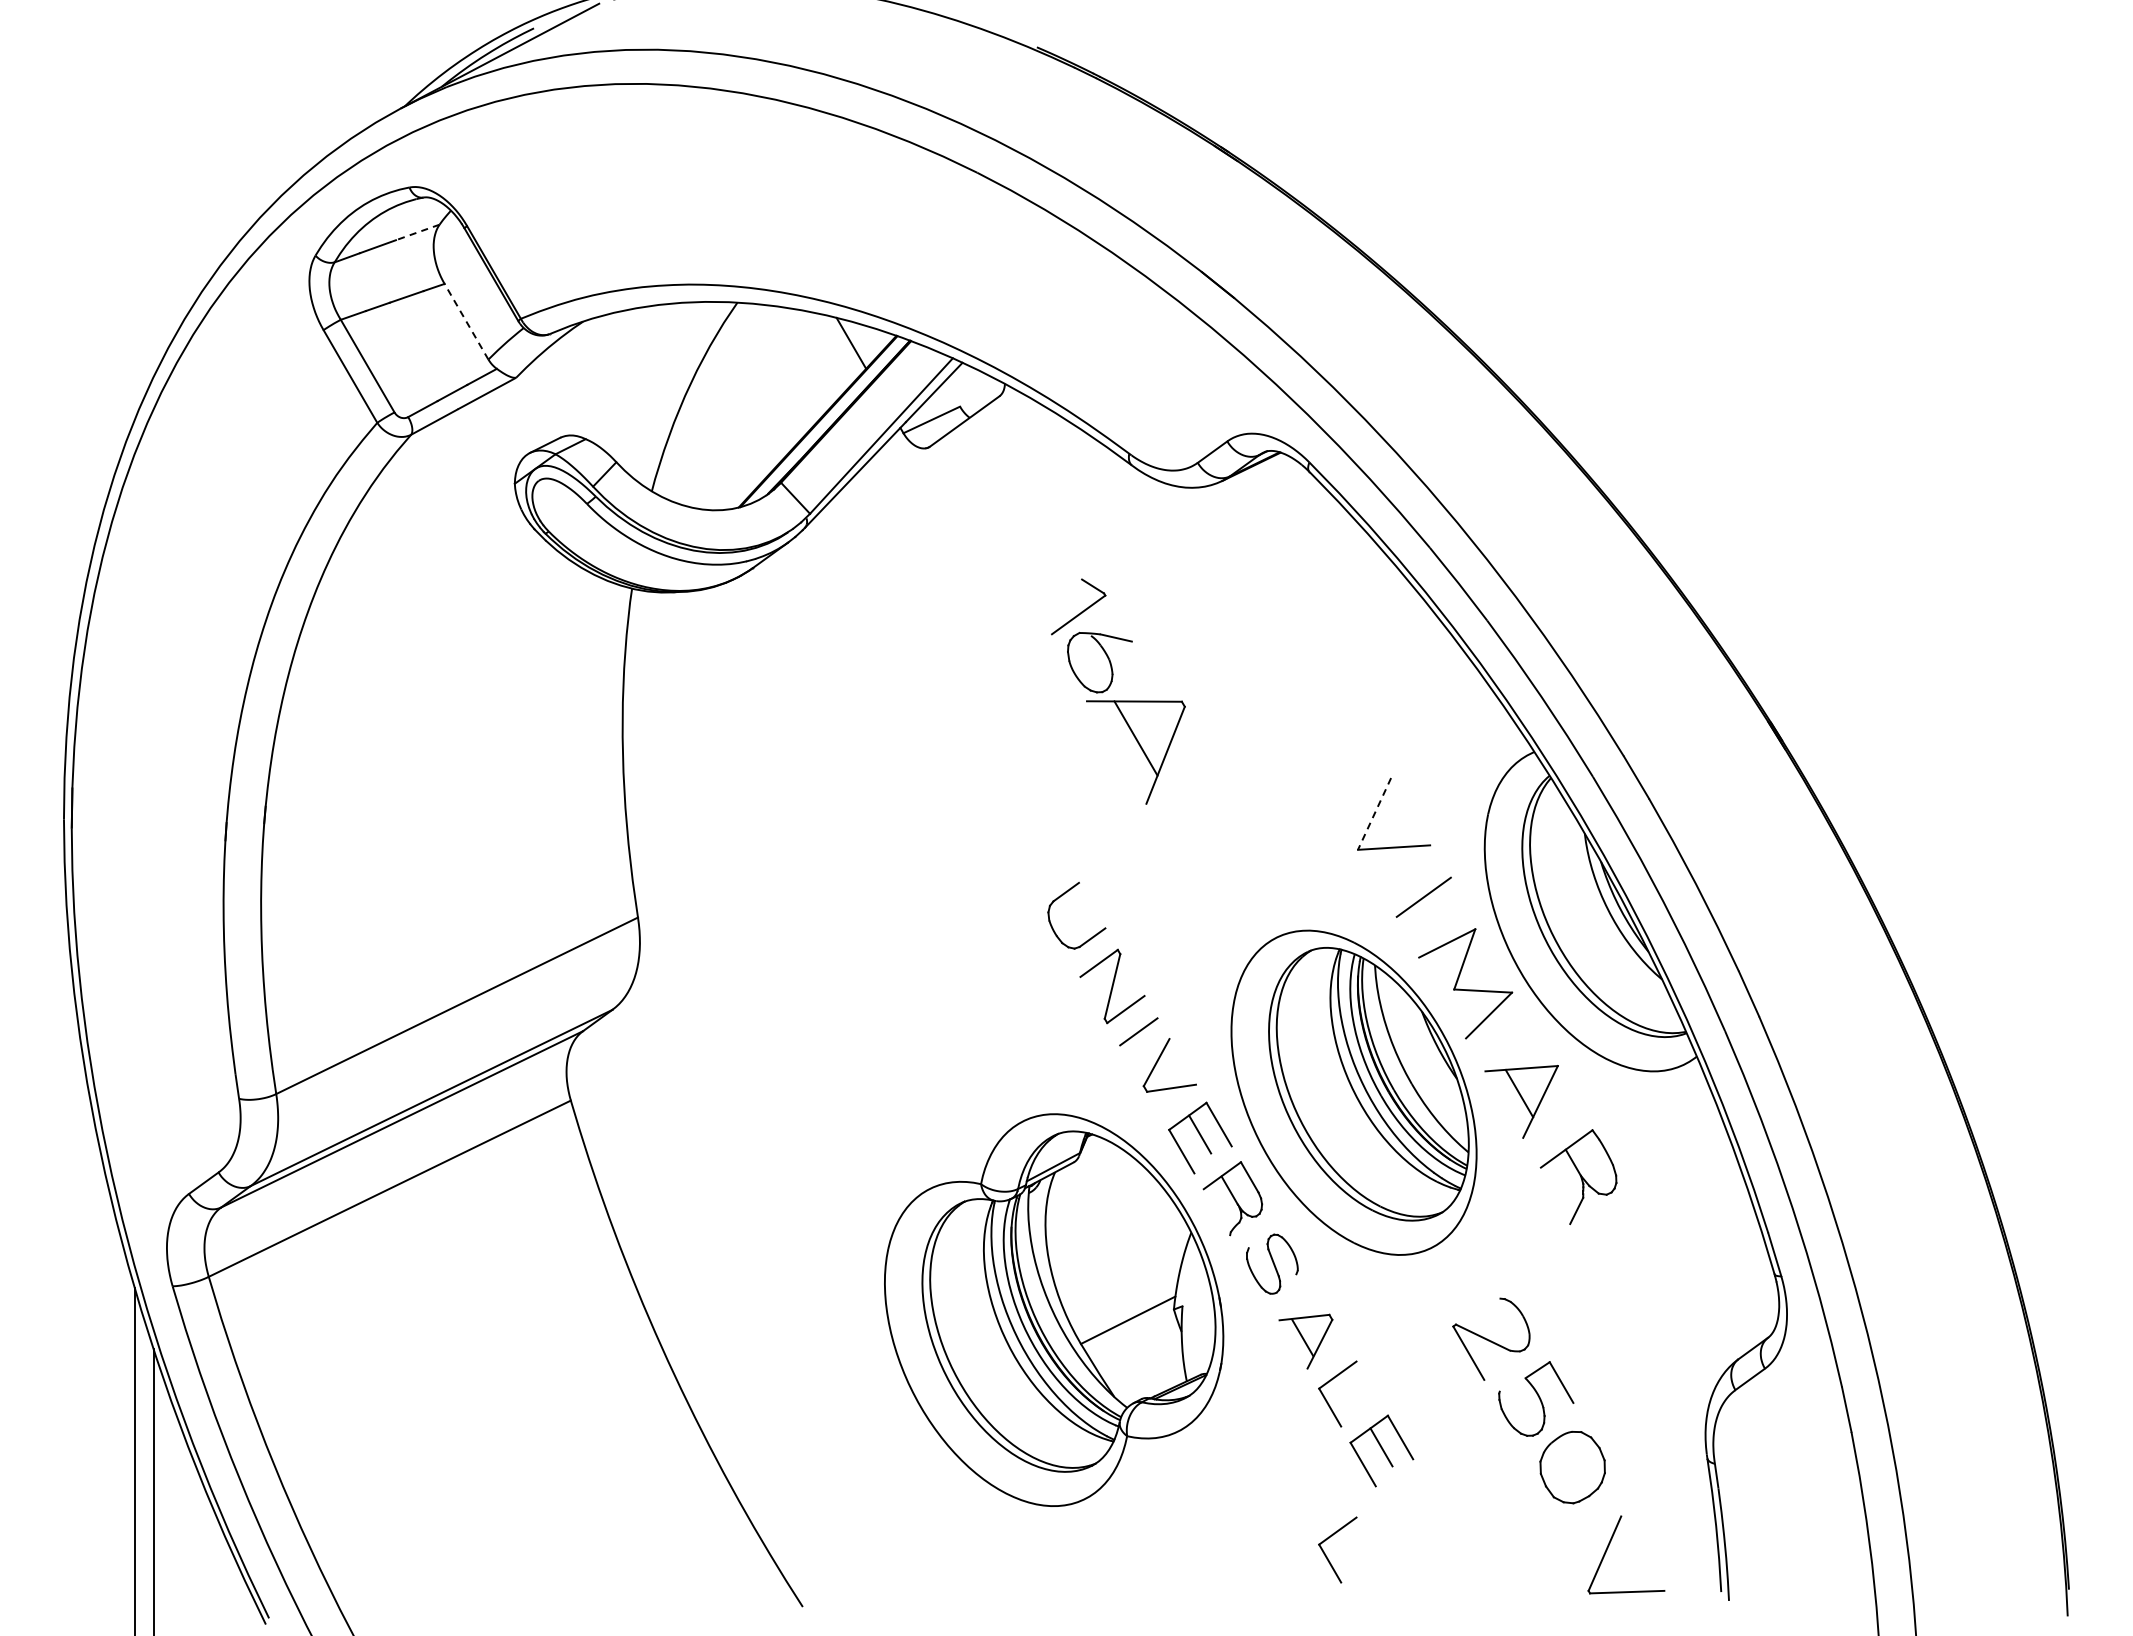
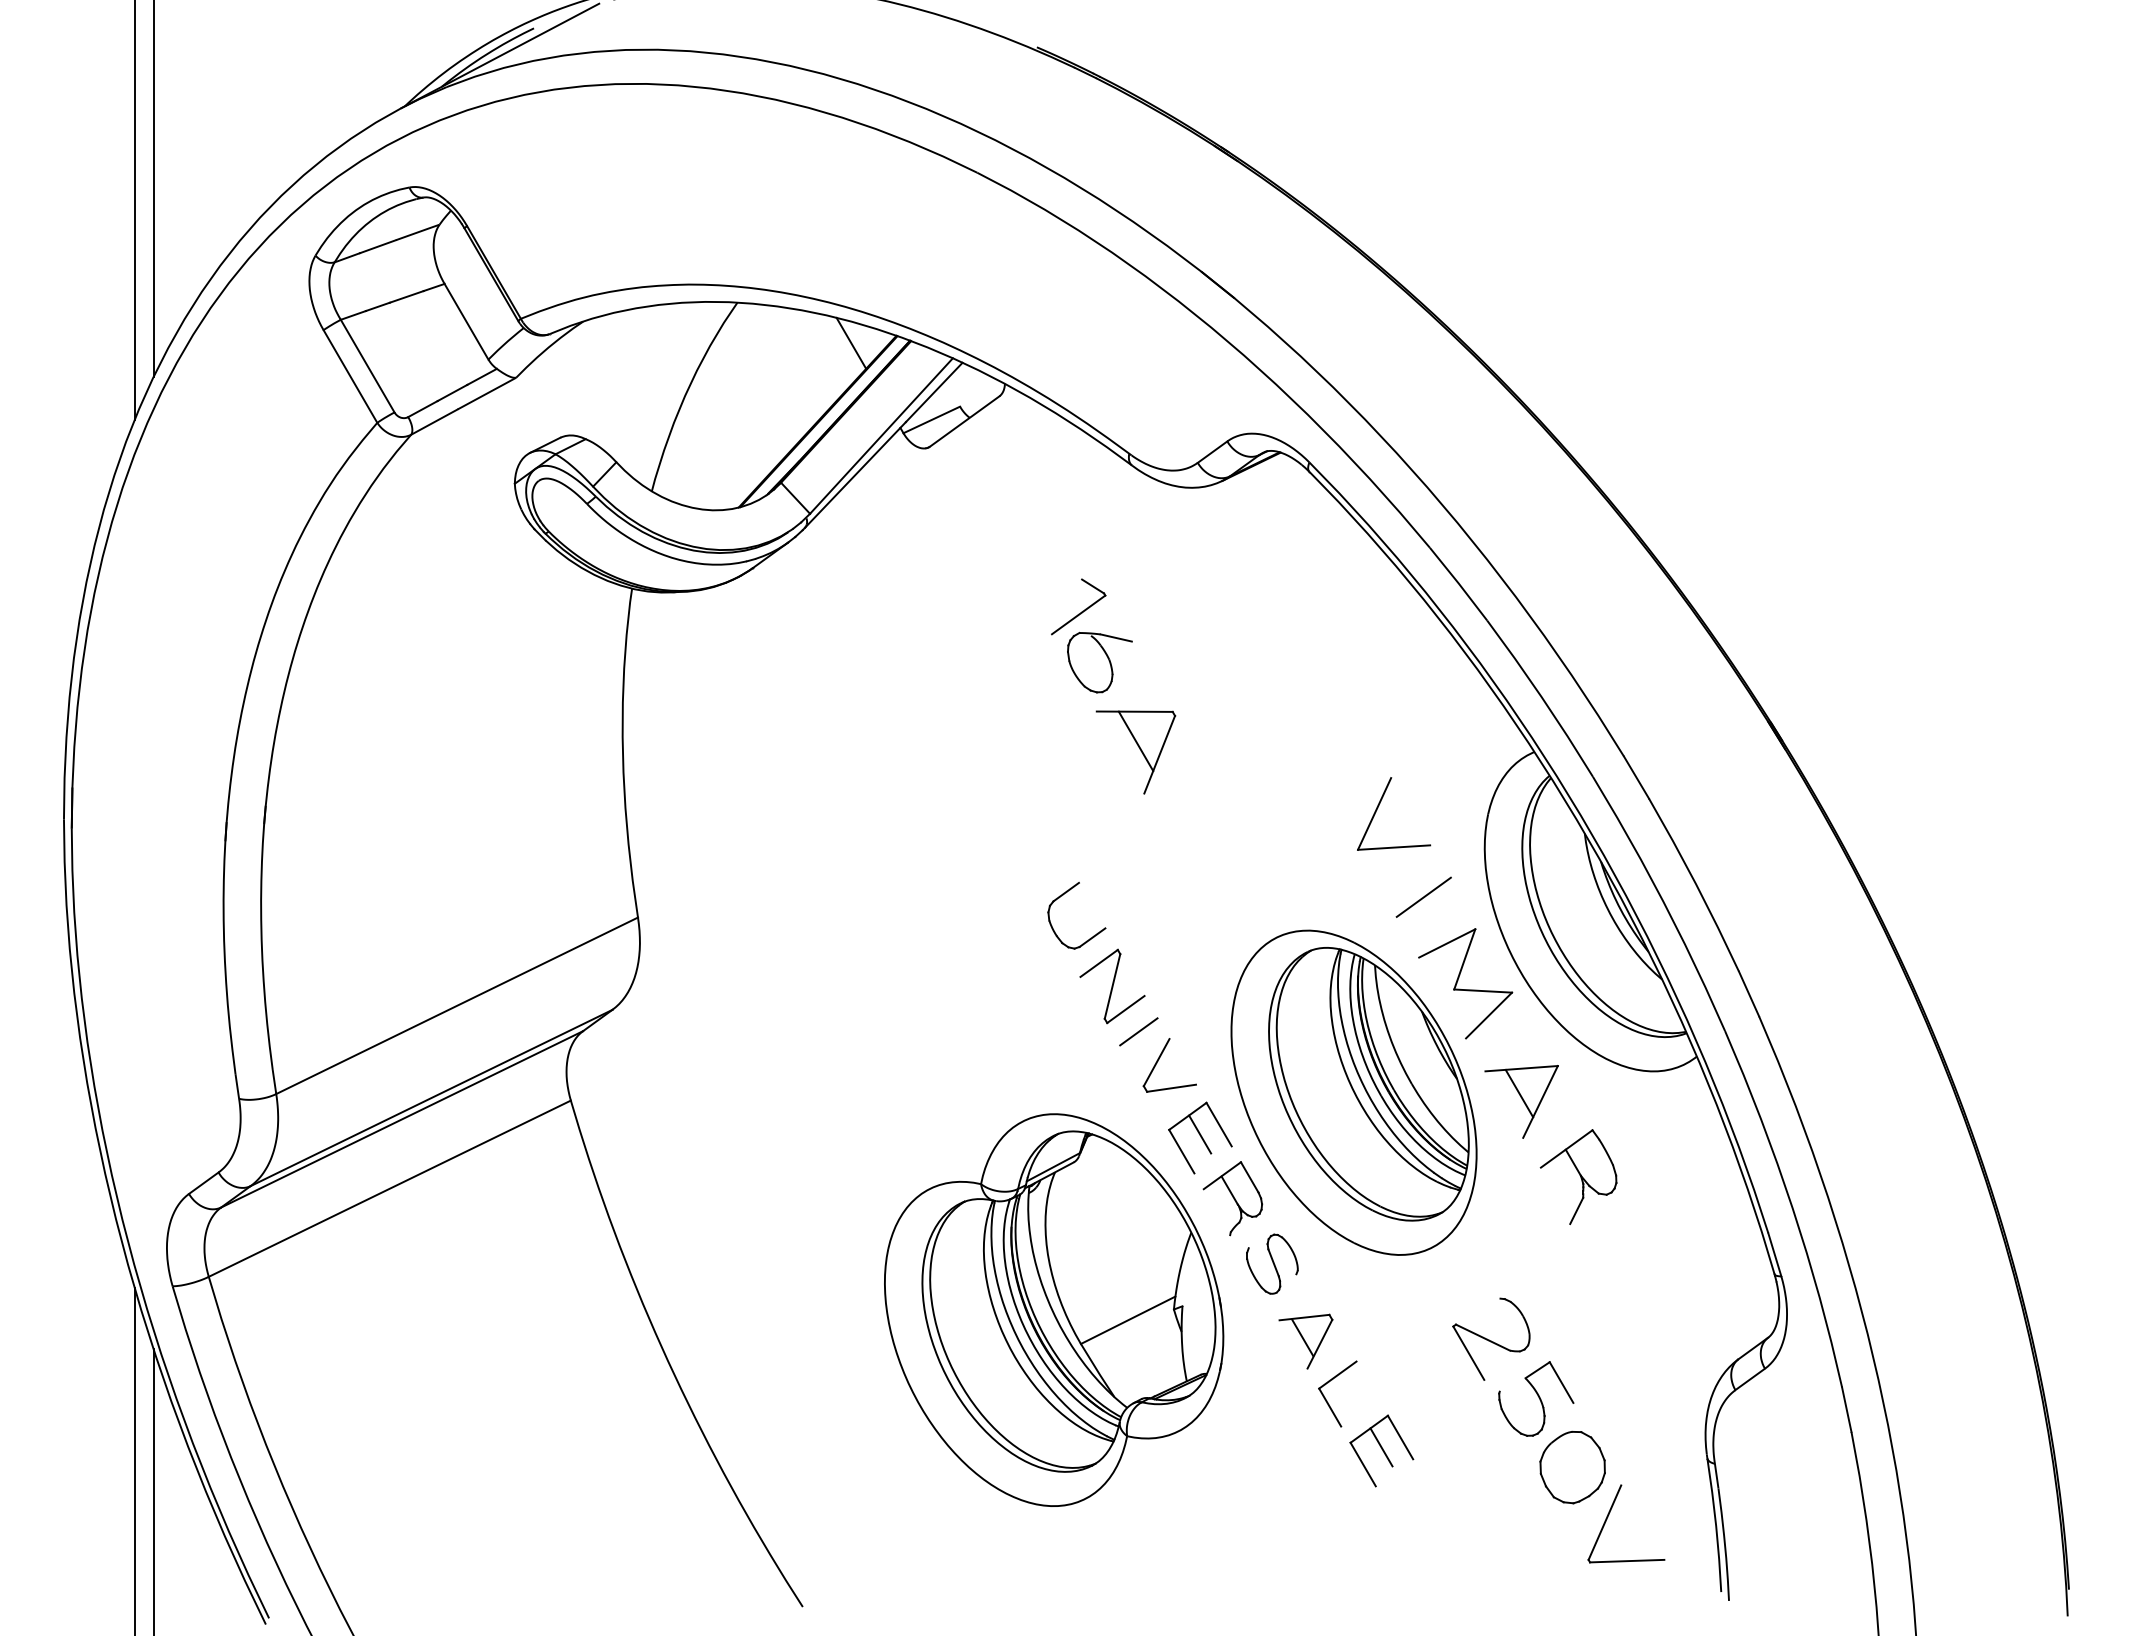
line at (153, 189): none -> present
line at (134, 211): none -> present
line at (418, 232): dashed -> solid
line at (466, 321): dashed -> solid
part at (1135, 752) size: 100x105 px -> 82x85 px
line at (1374, 813): dashed -> solid
part at (1609, 1546) position: (1609, 1546) -> (1609, 1515)
part at (1327, 1556): present -> none
